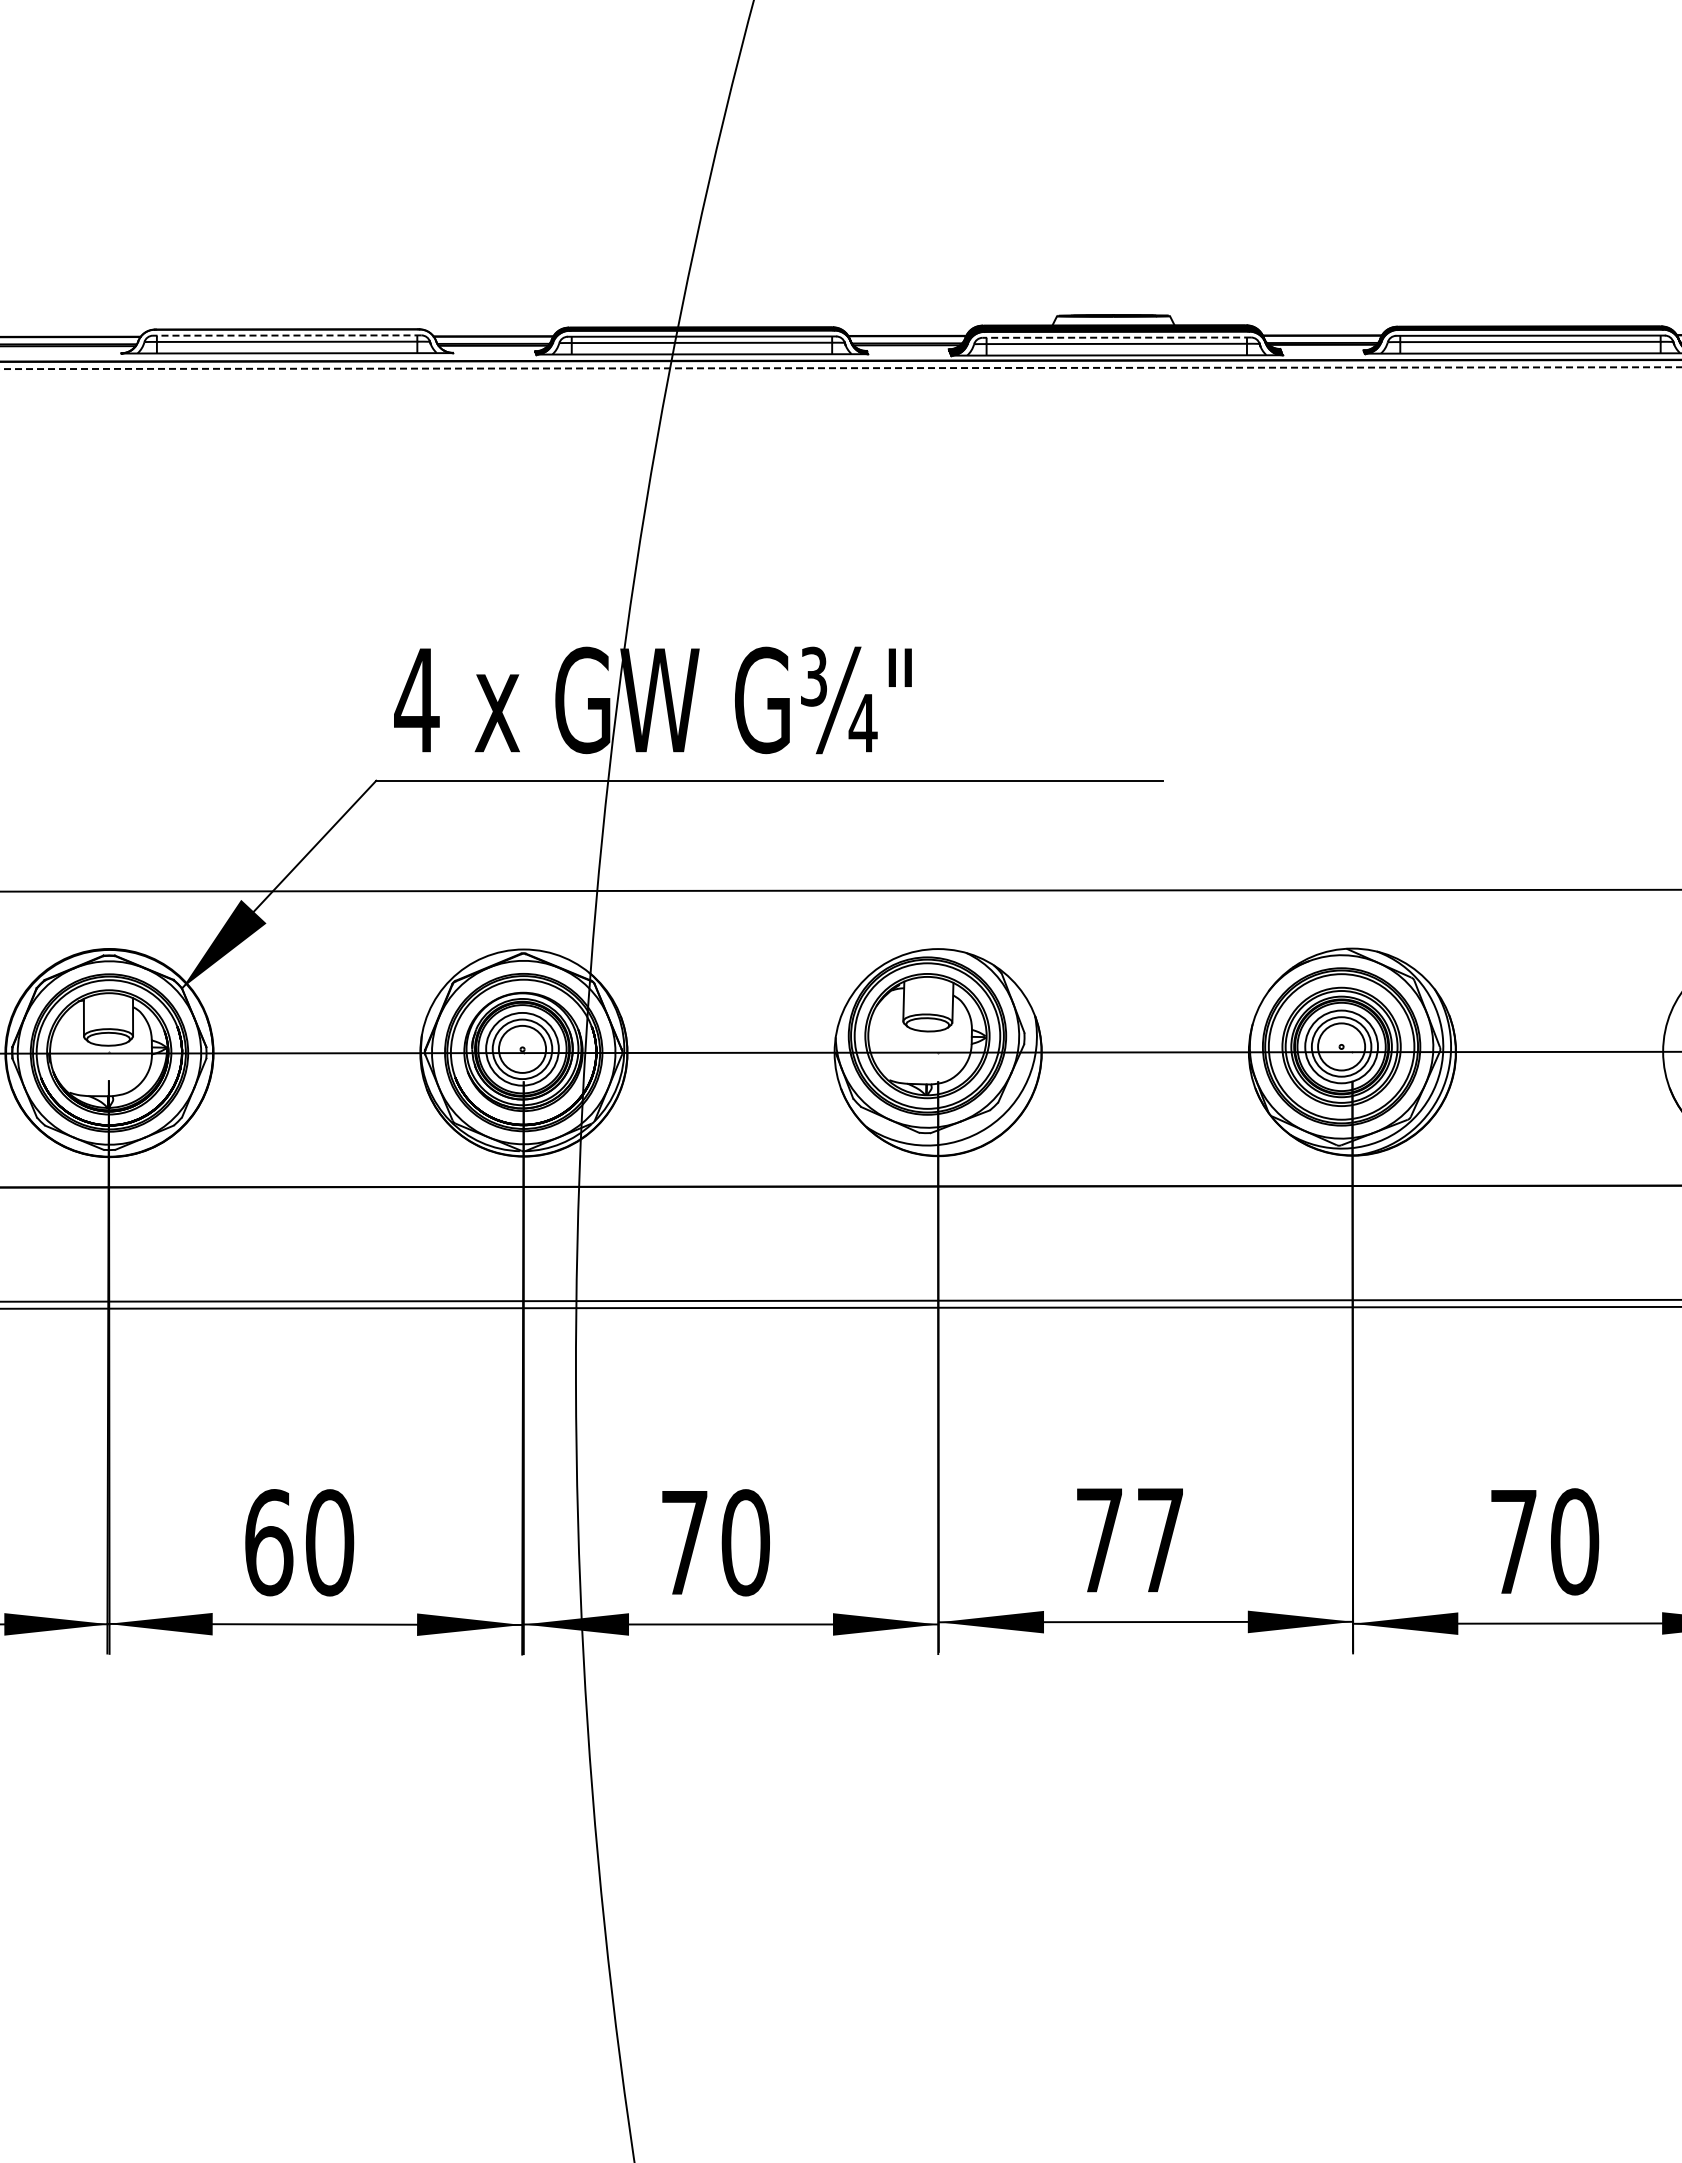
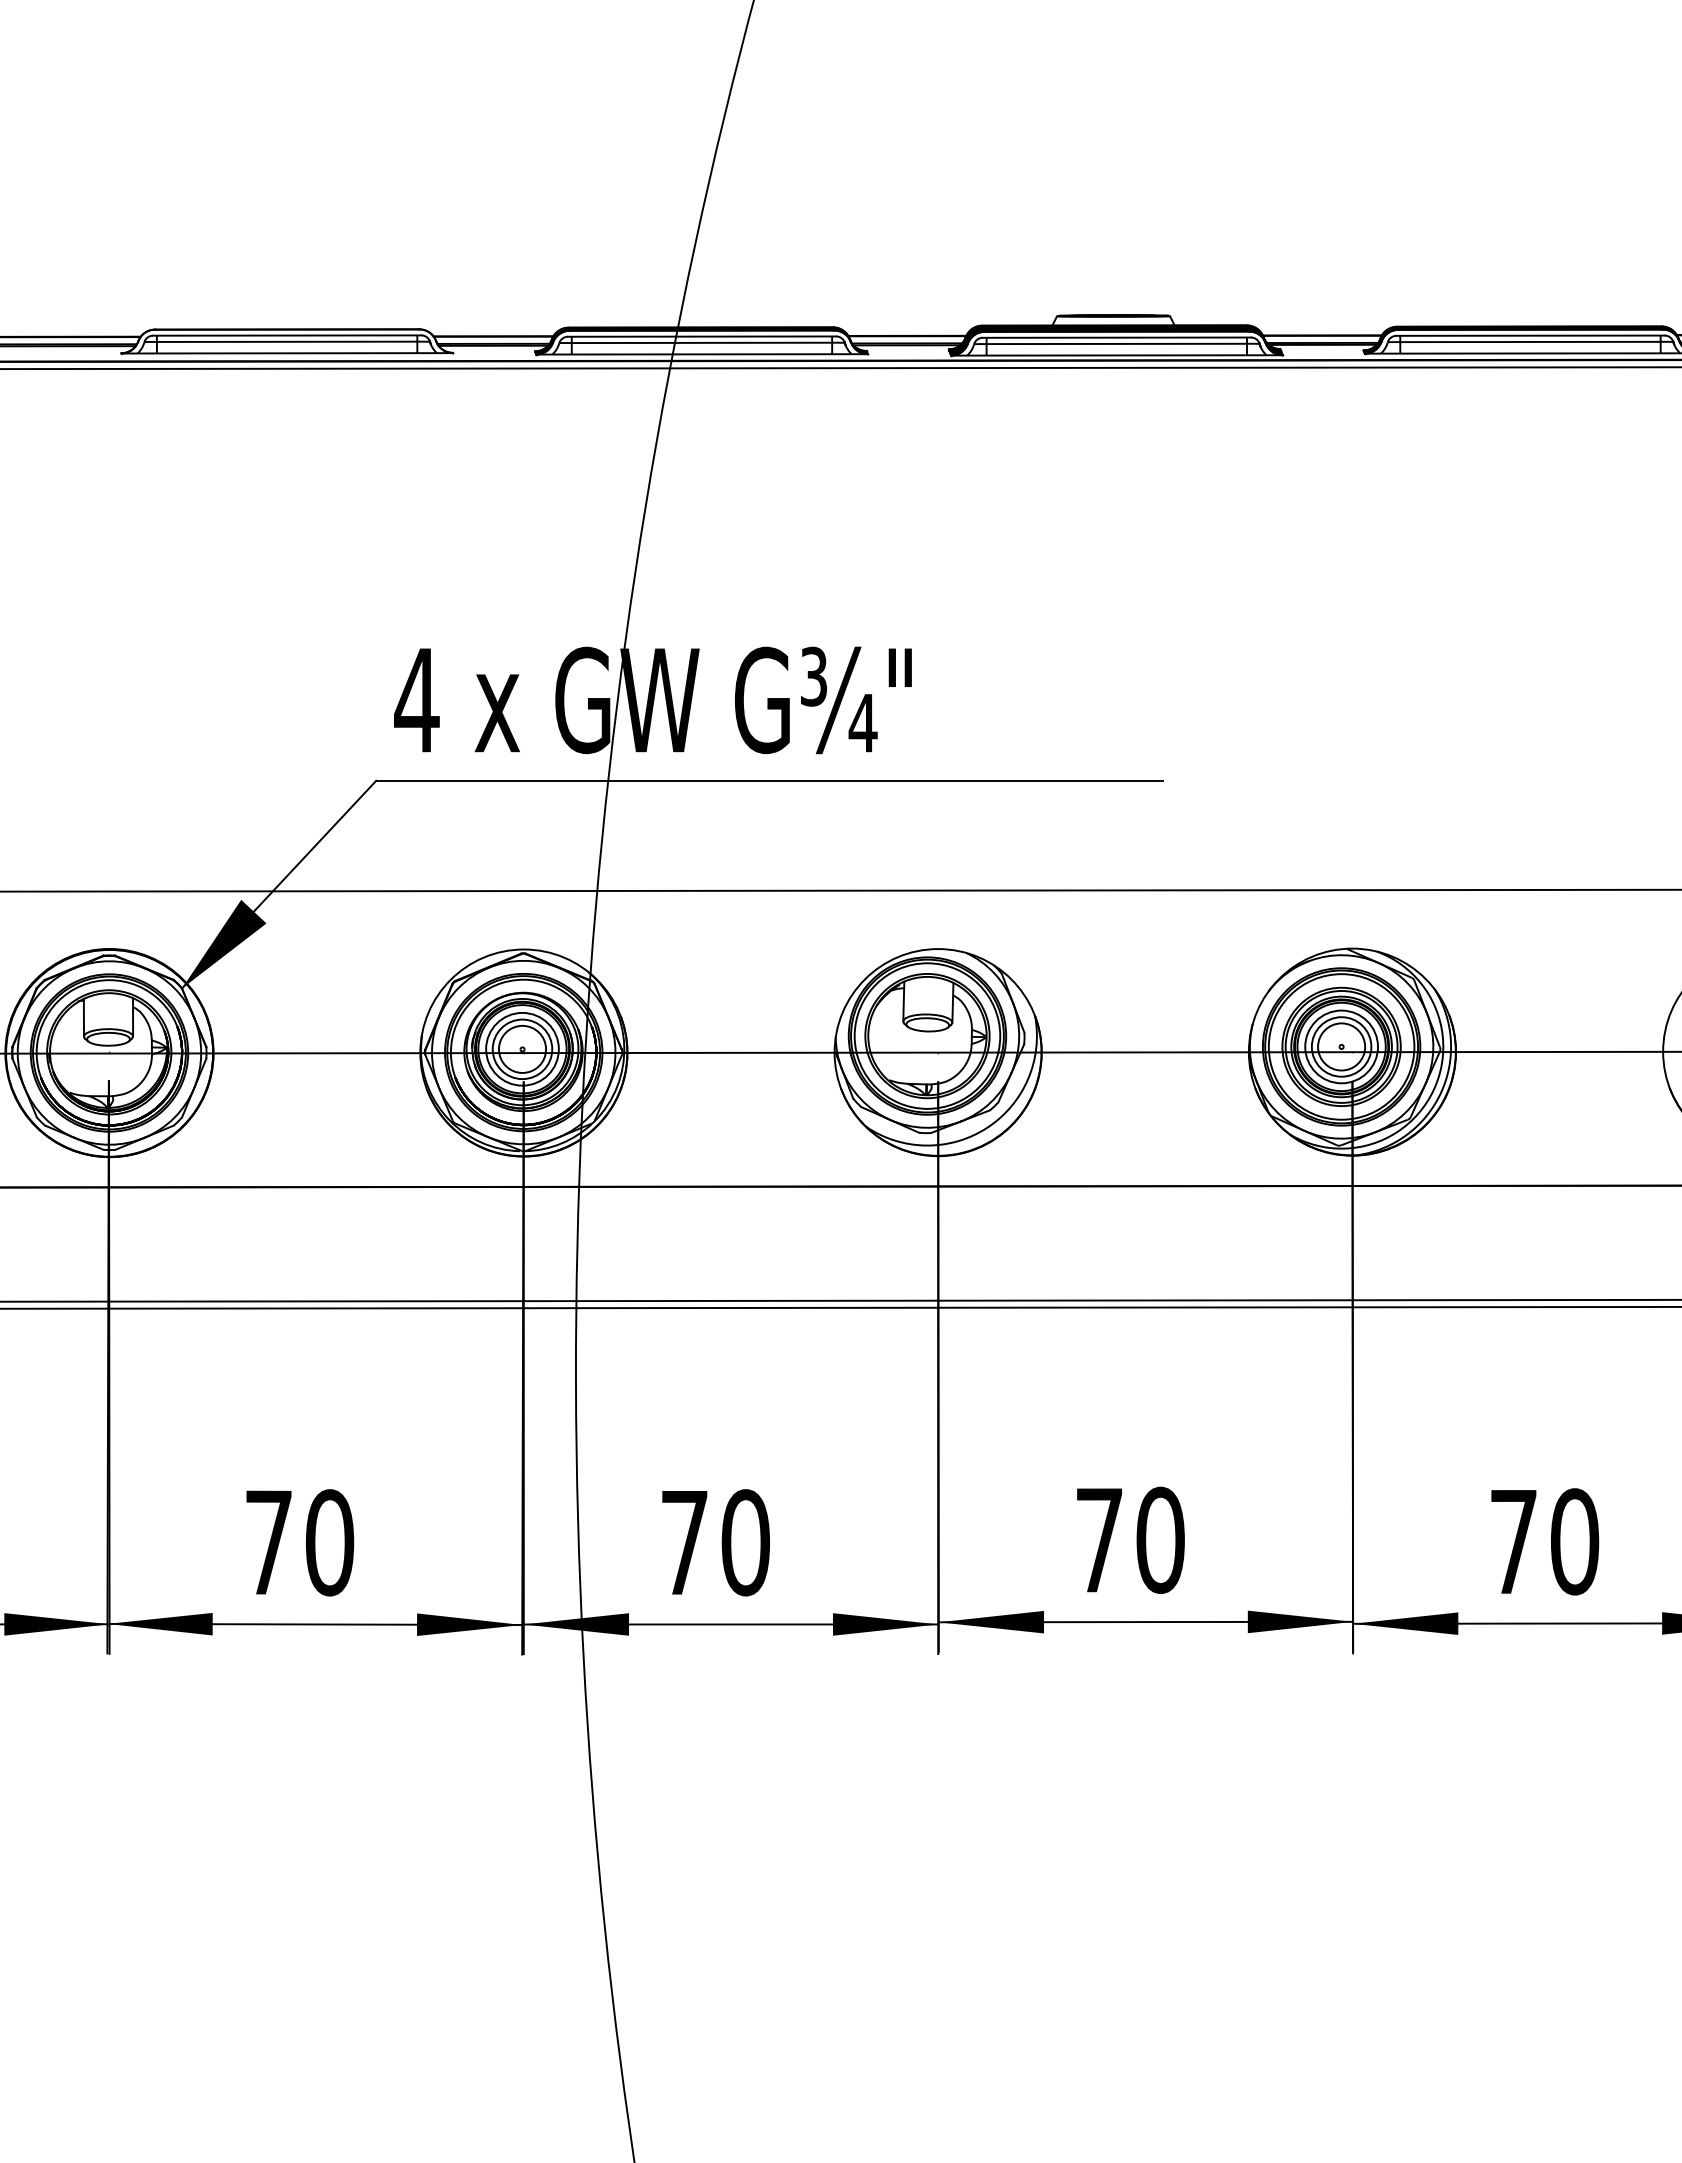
line at (286, 335): dashed -> solid
line at (1116, 337): dashed -> solid
line at (841, 368): dashed -> solid
text at (1160, 1539): 77 -> 70
text at (269, 1542): 60 -> 70
